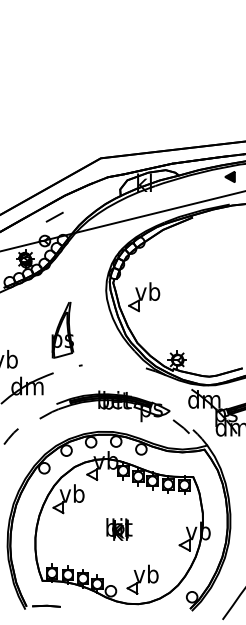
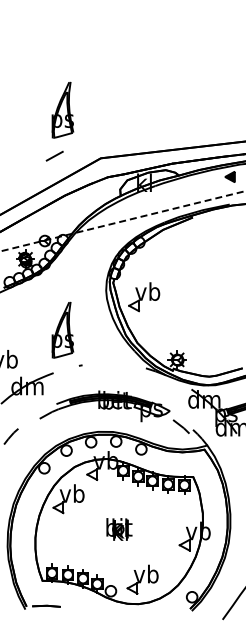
part at (62, 109): none -> present
line at (54, 216) position: (54, 216) -> (54, 155)
line at (122, 221): solid -> dashed
